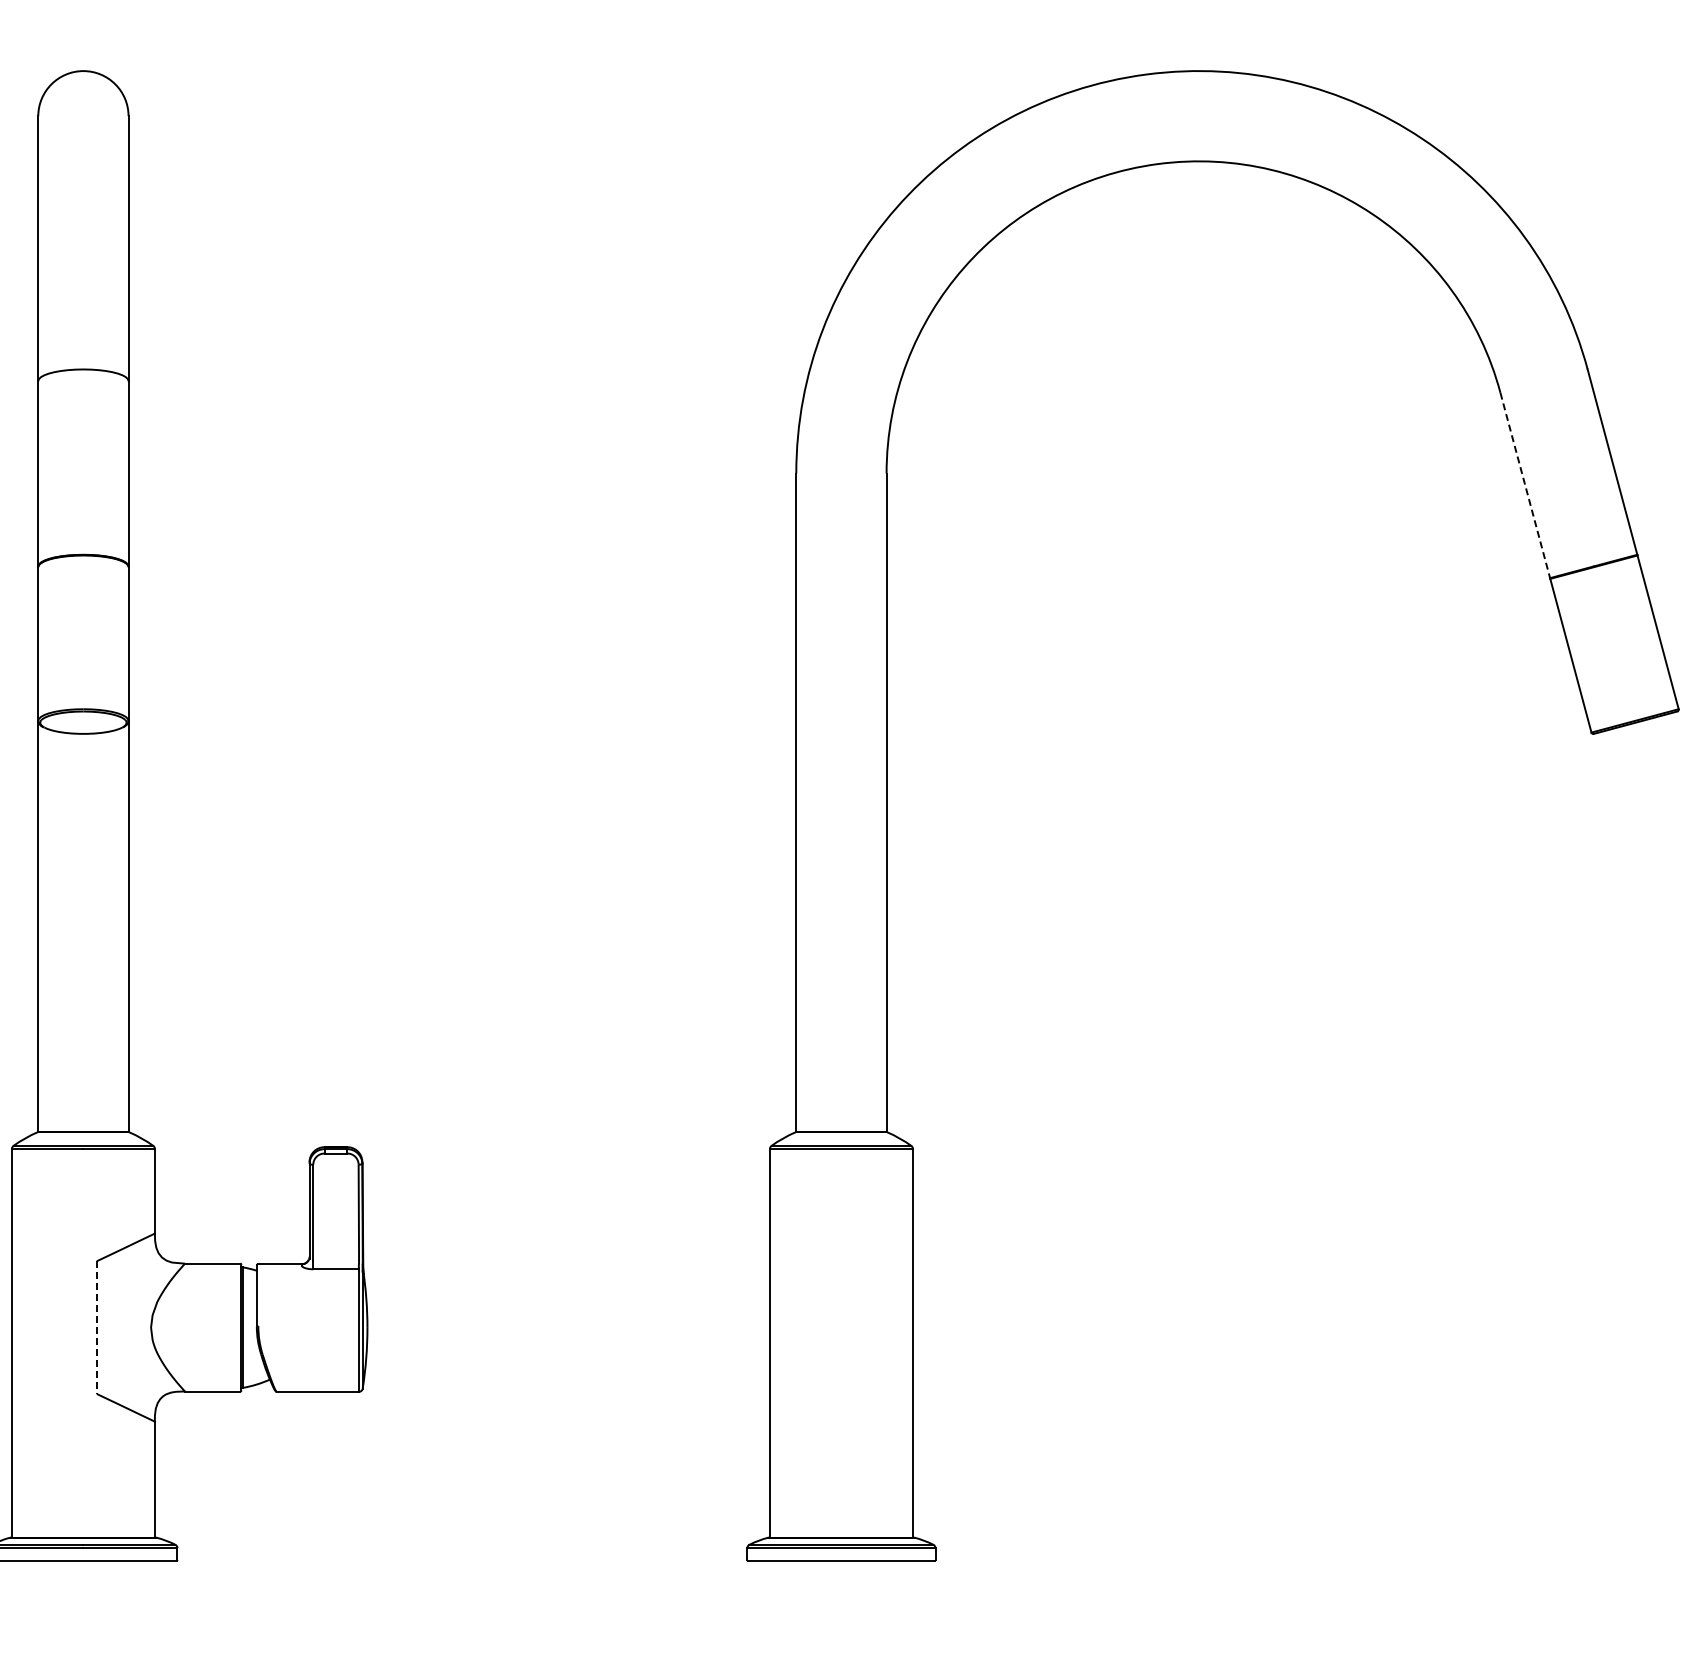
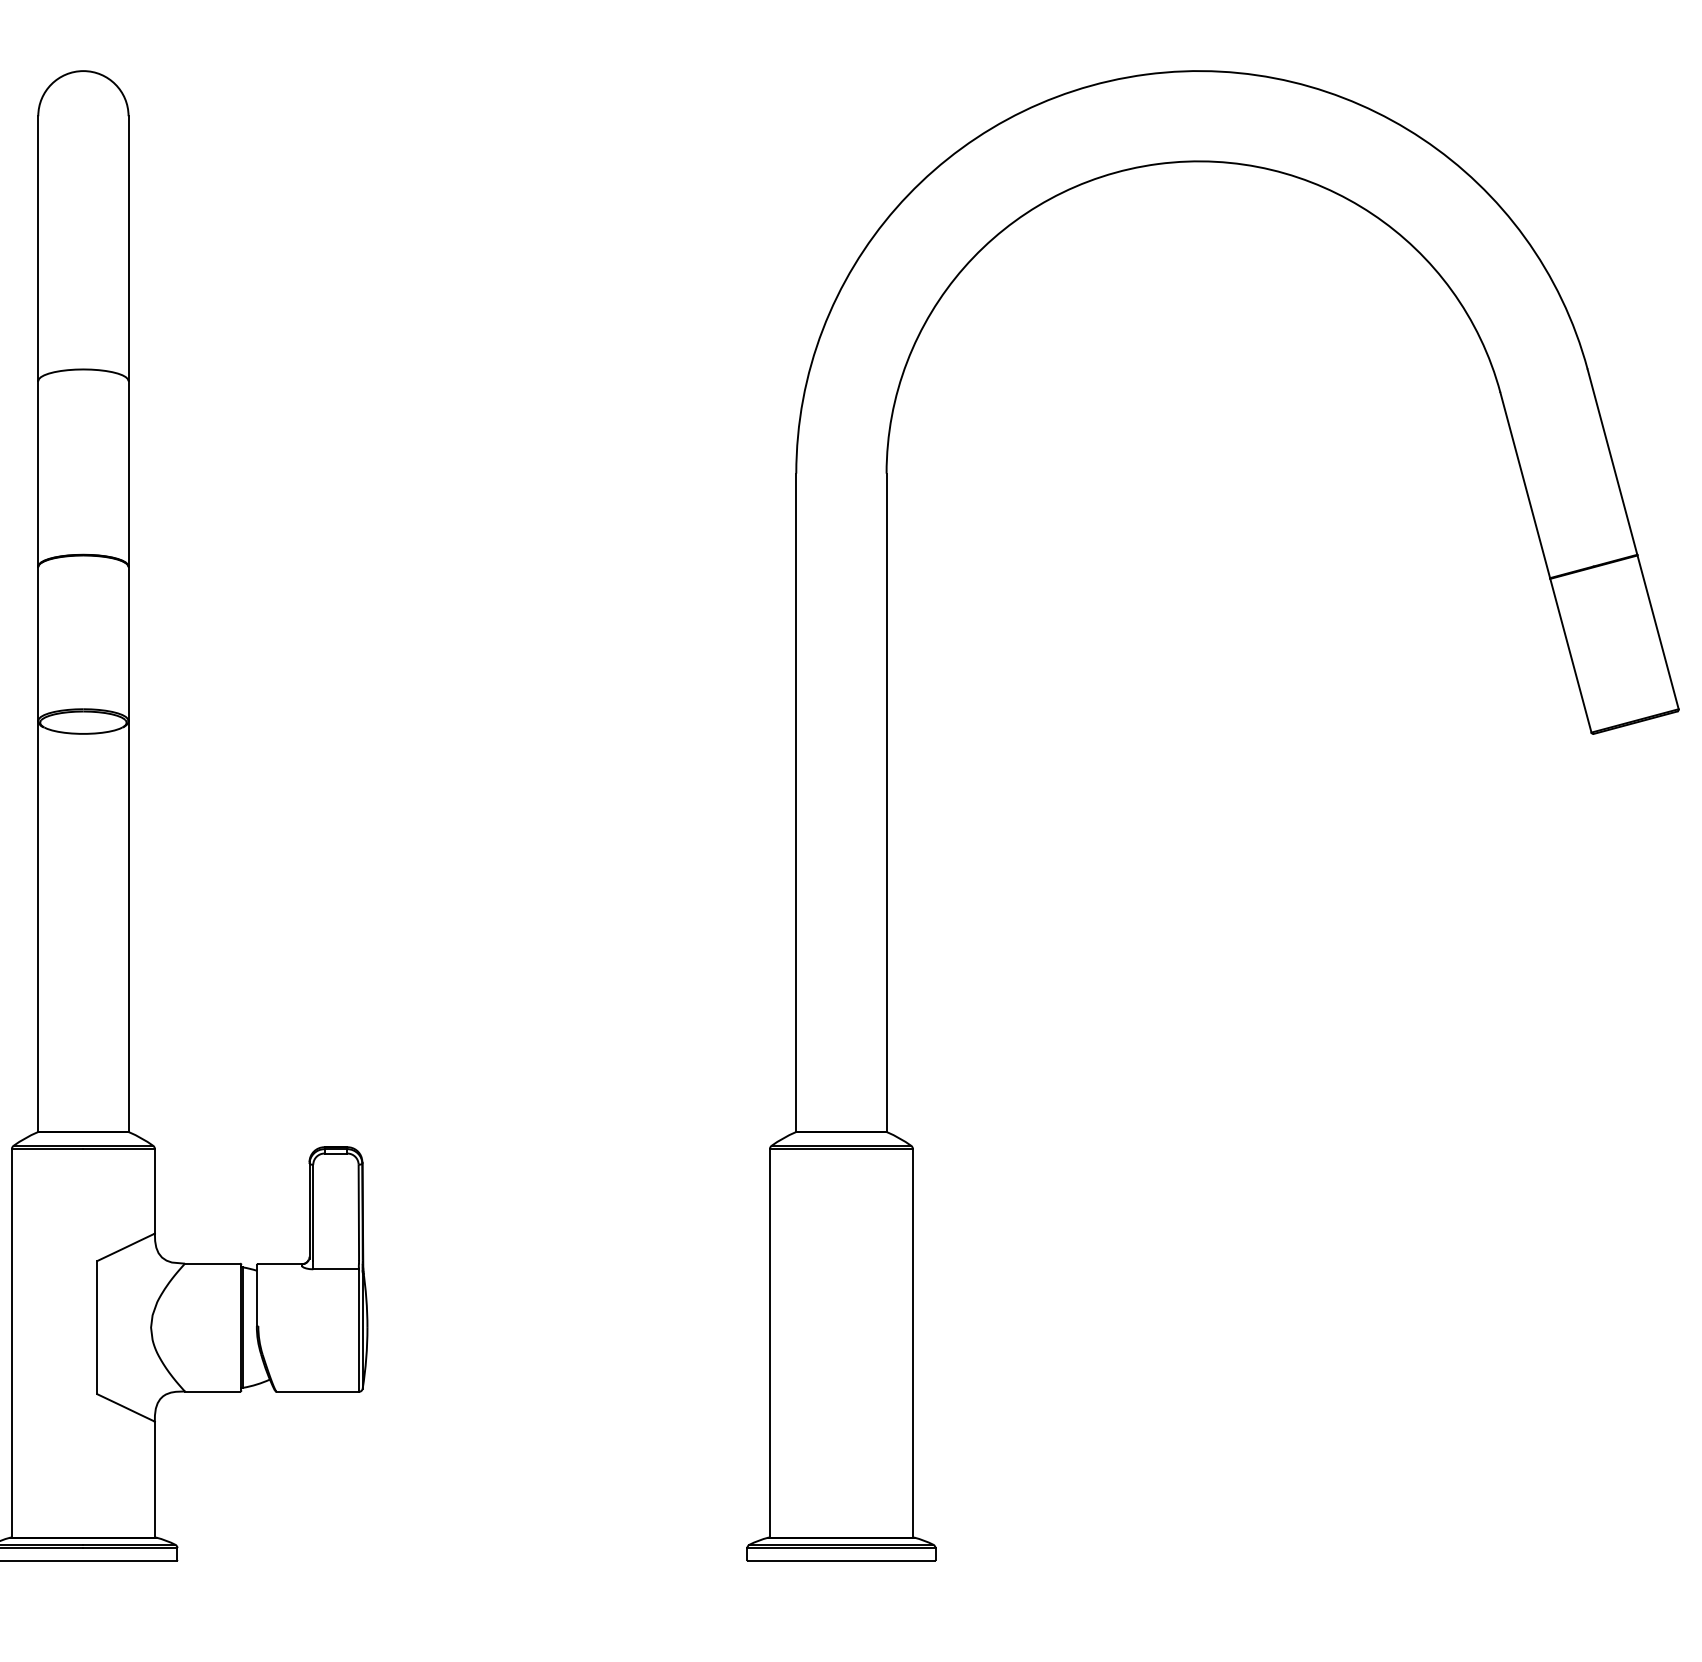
line at (1525, 485): dashed -> solid
line at (96, 1328): dashed -> solid
